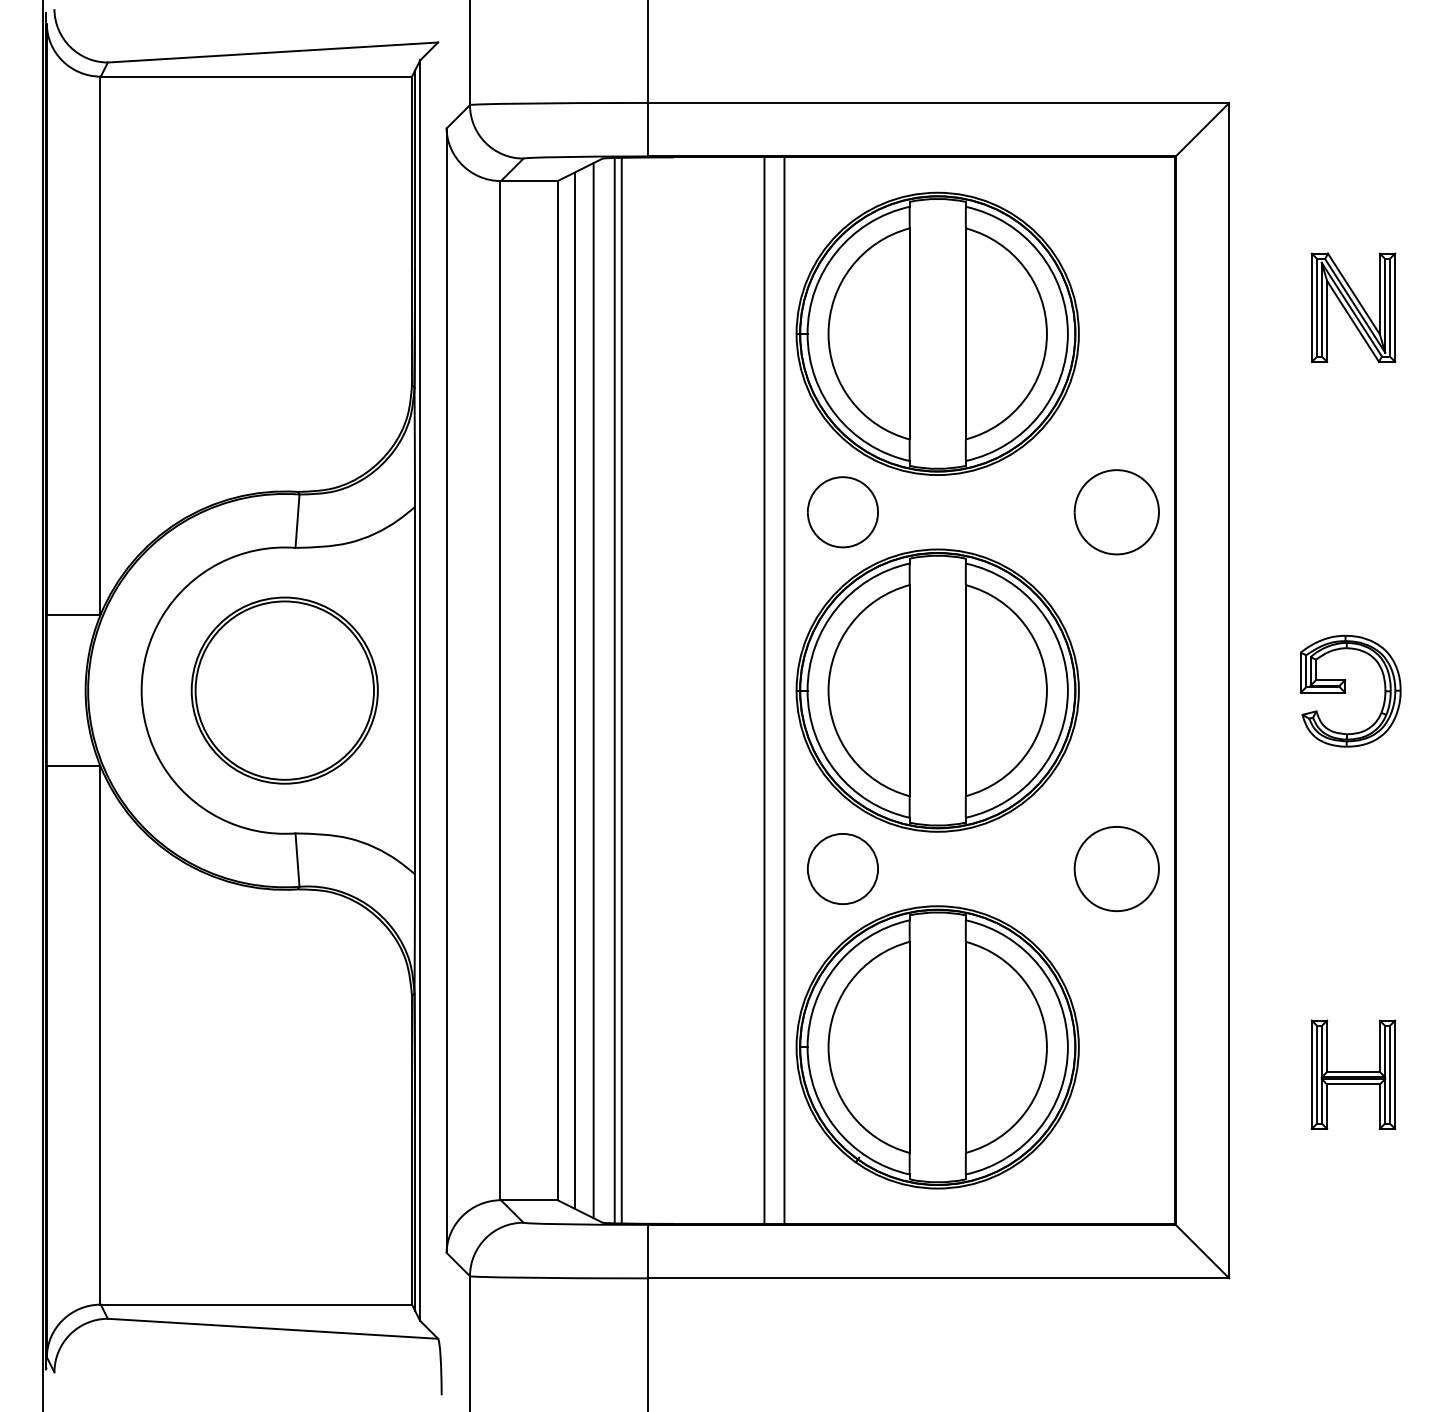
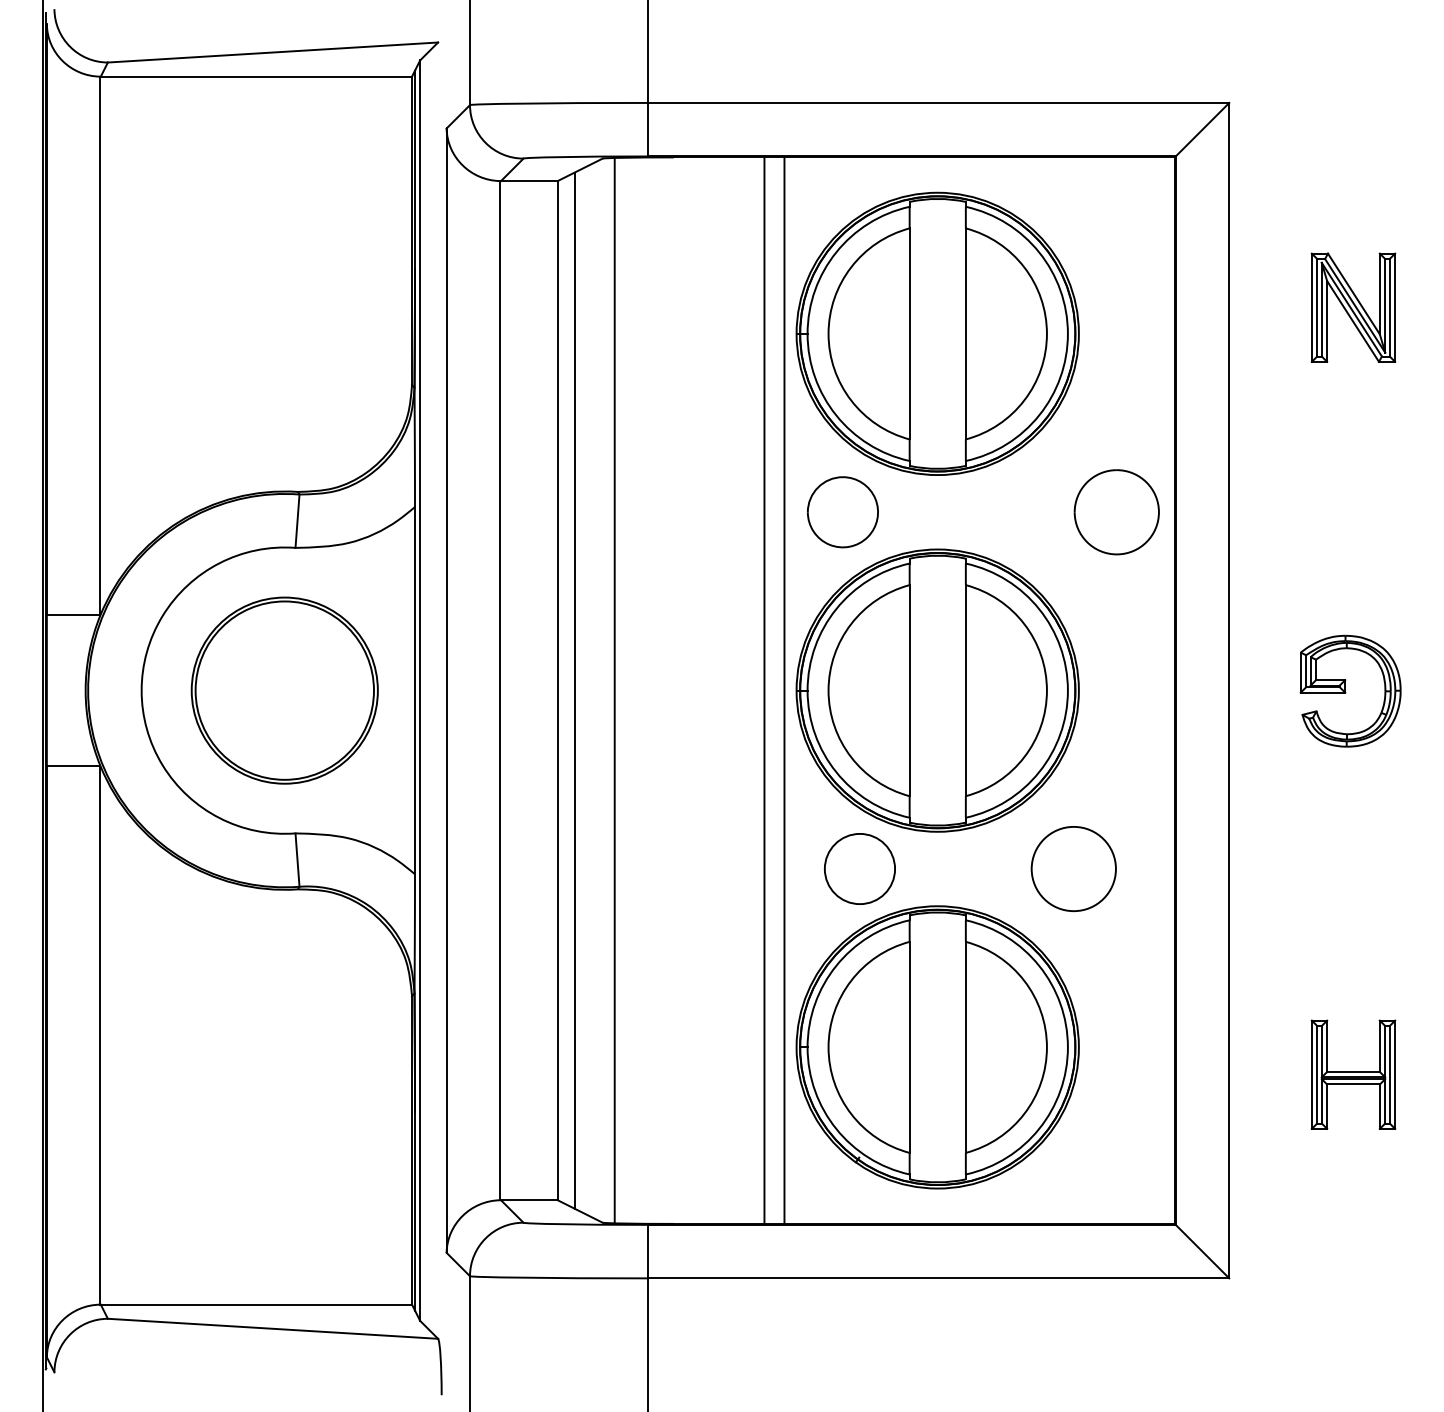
line at (593, 690): present -> none
line at (621, 690): present -> none
circle at (842, 868) position: (842, 868) -> (859, 868)
circle at (1116, 869) position: (1116, 869) -> (1073, 869)
